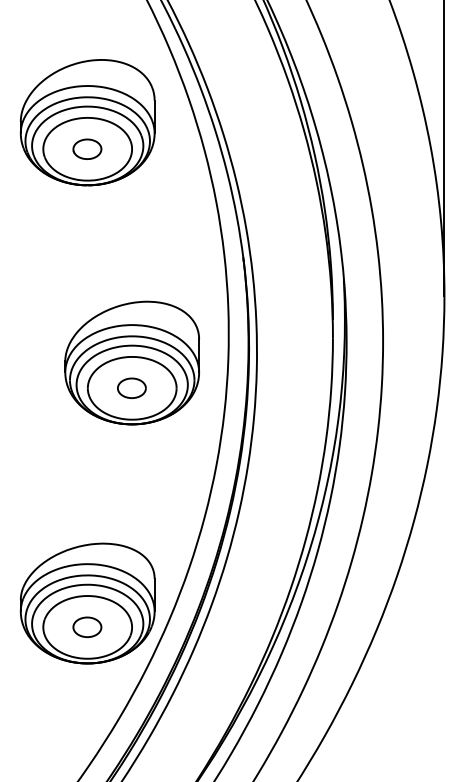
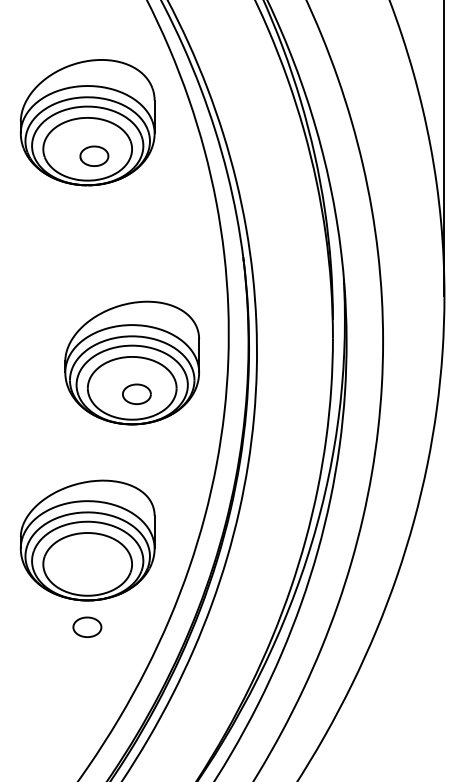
part at (87, 148) position: (87, 148) -> (94, 155)
part at (131, 387) position: (131, 387) -> (136, 393)
part at (87, 603) position: (87, 603) -> (87, 540)
